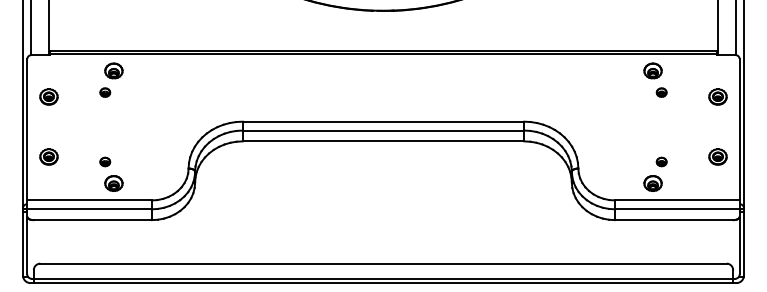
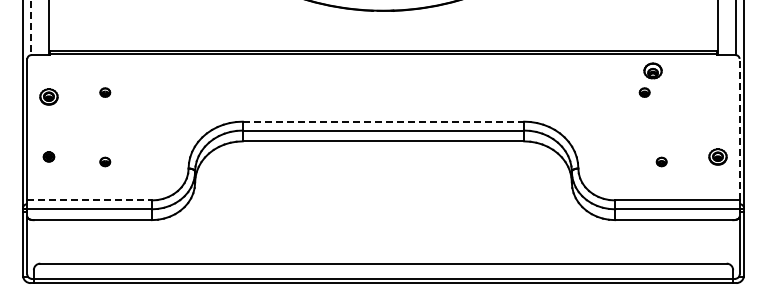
line at (30, 28): solid -> dashed
part at (113, 70): present -> none
part at (661, 92) position: (661, 92) -> (644, 92)
part at (717, 96): present -> none
line at (383, 121): solid -> dashed
line at (739, 129): solid -> dashed
part at (48, 156) size: 20x18 px -> 14x12 px
part at (113, 183): present -> none
part at (652, 183): present -> none
line at (90, 200): solid -> dashed
